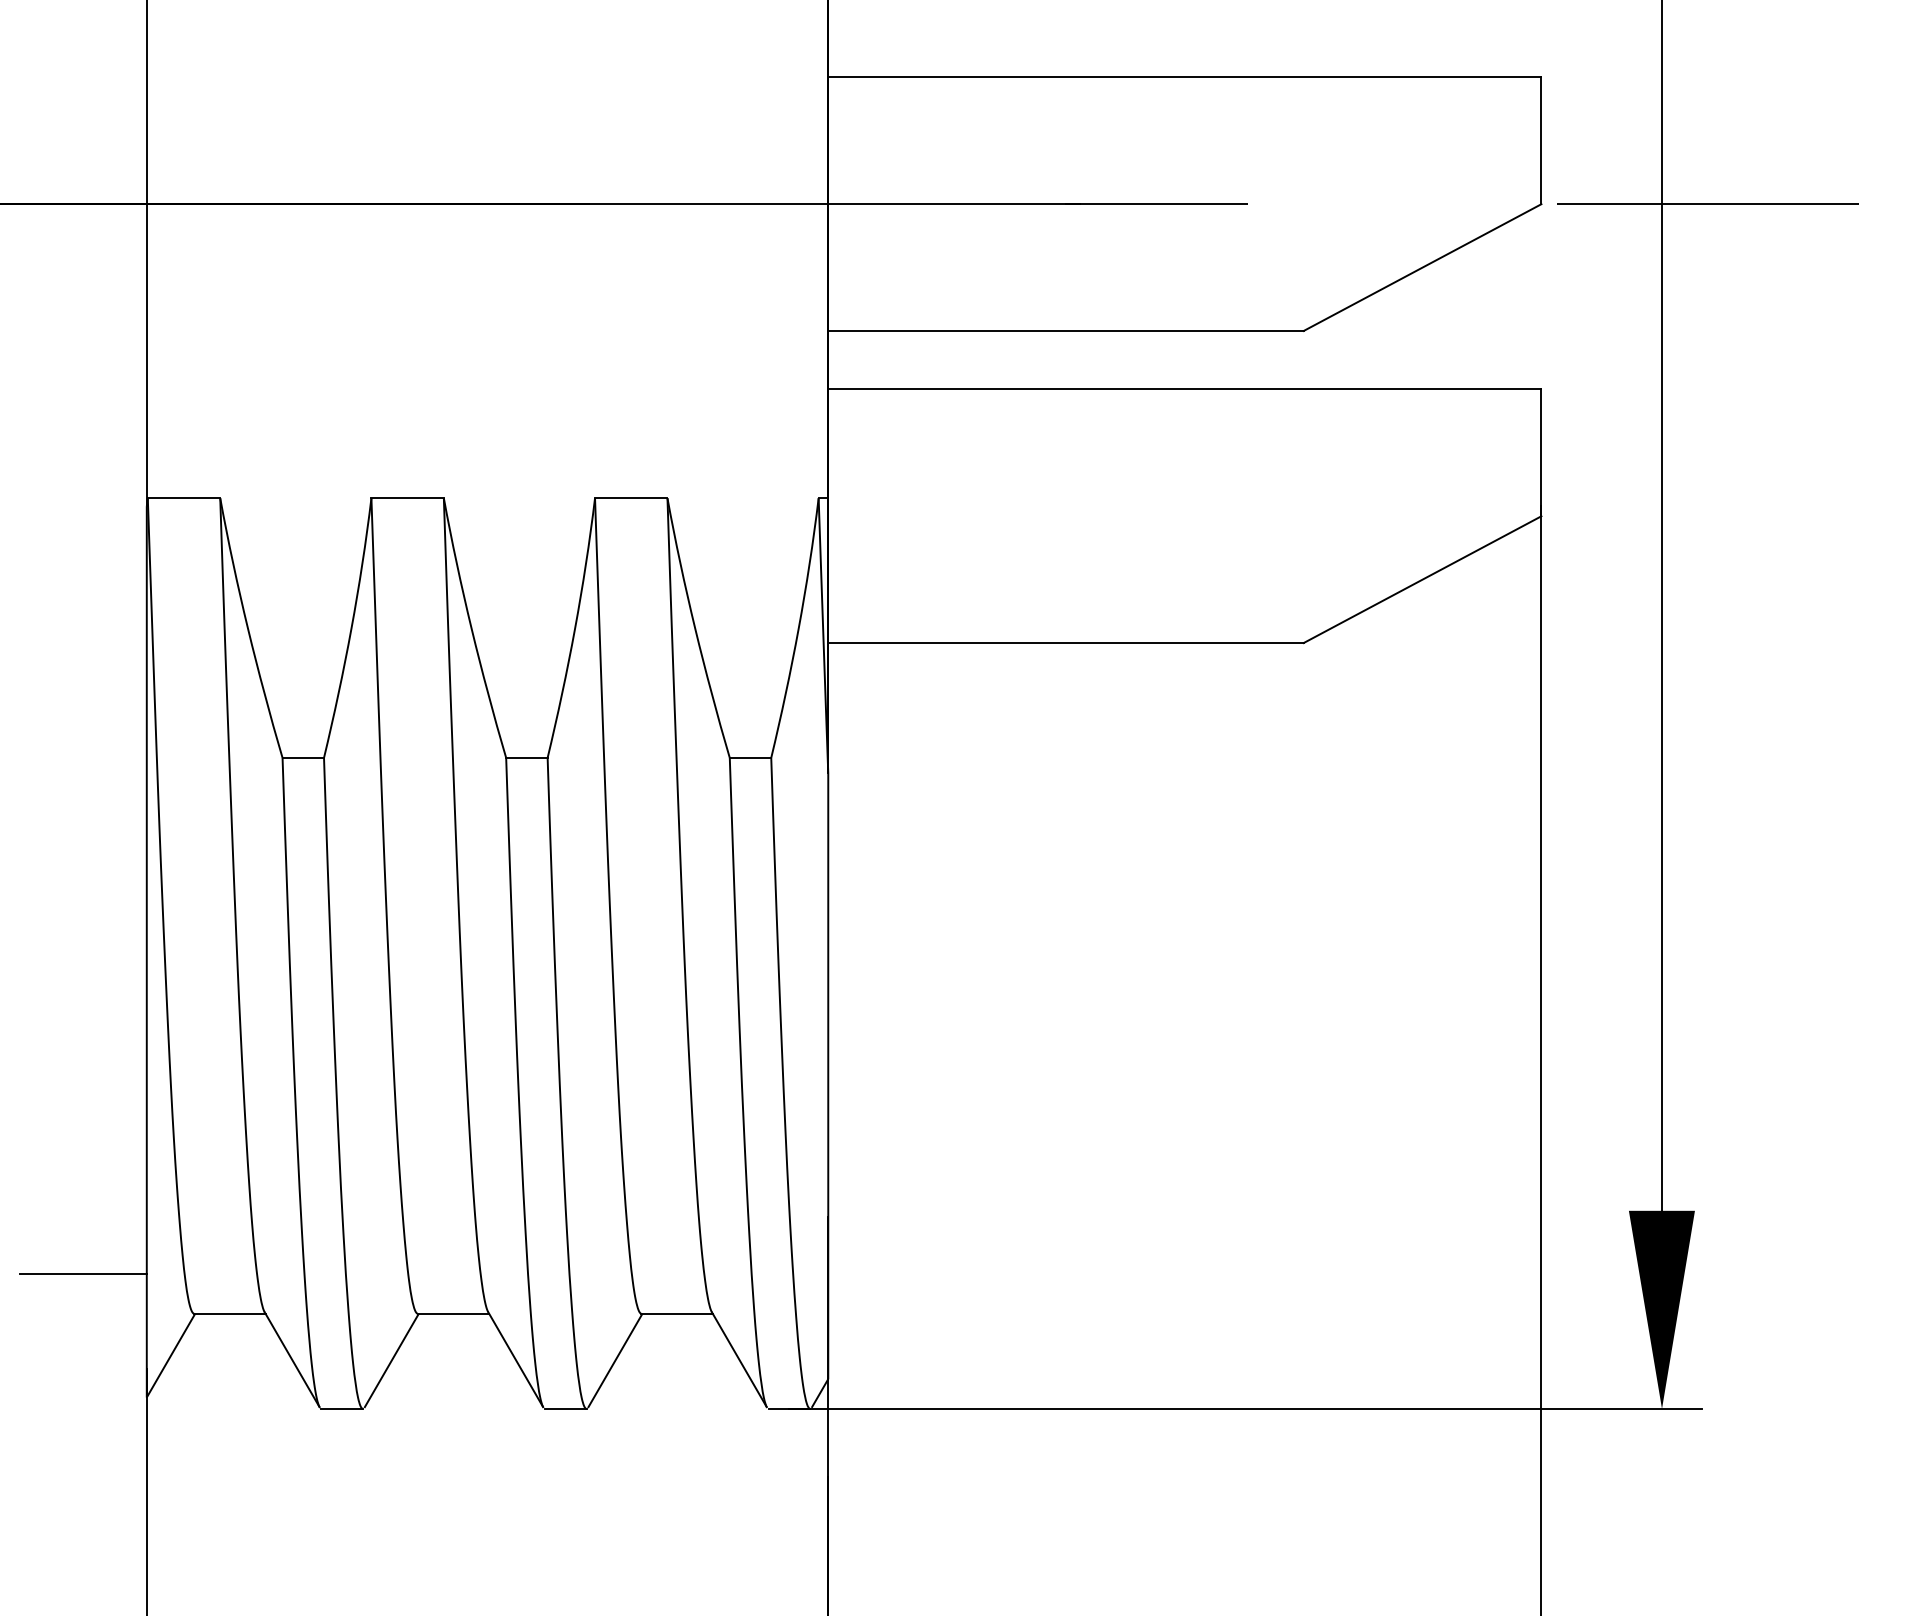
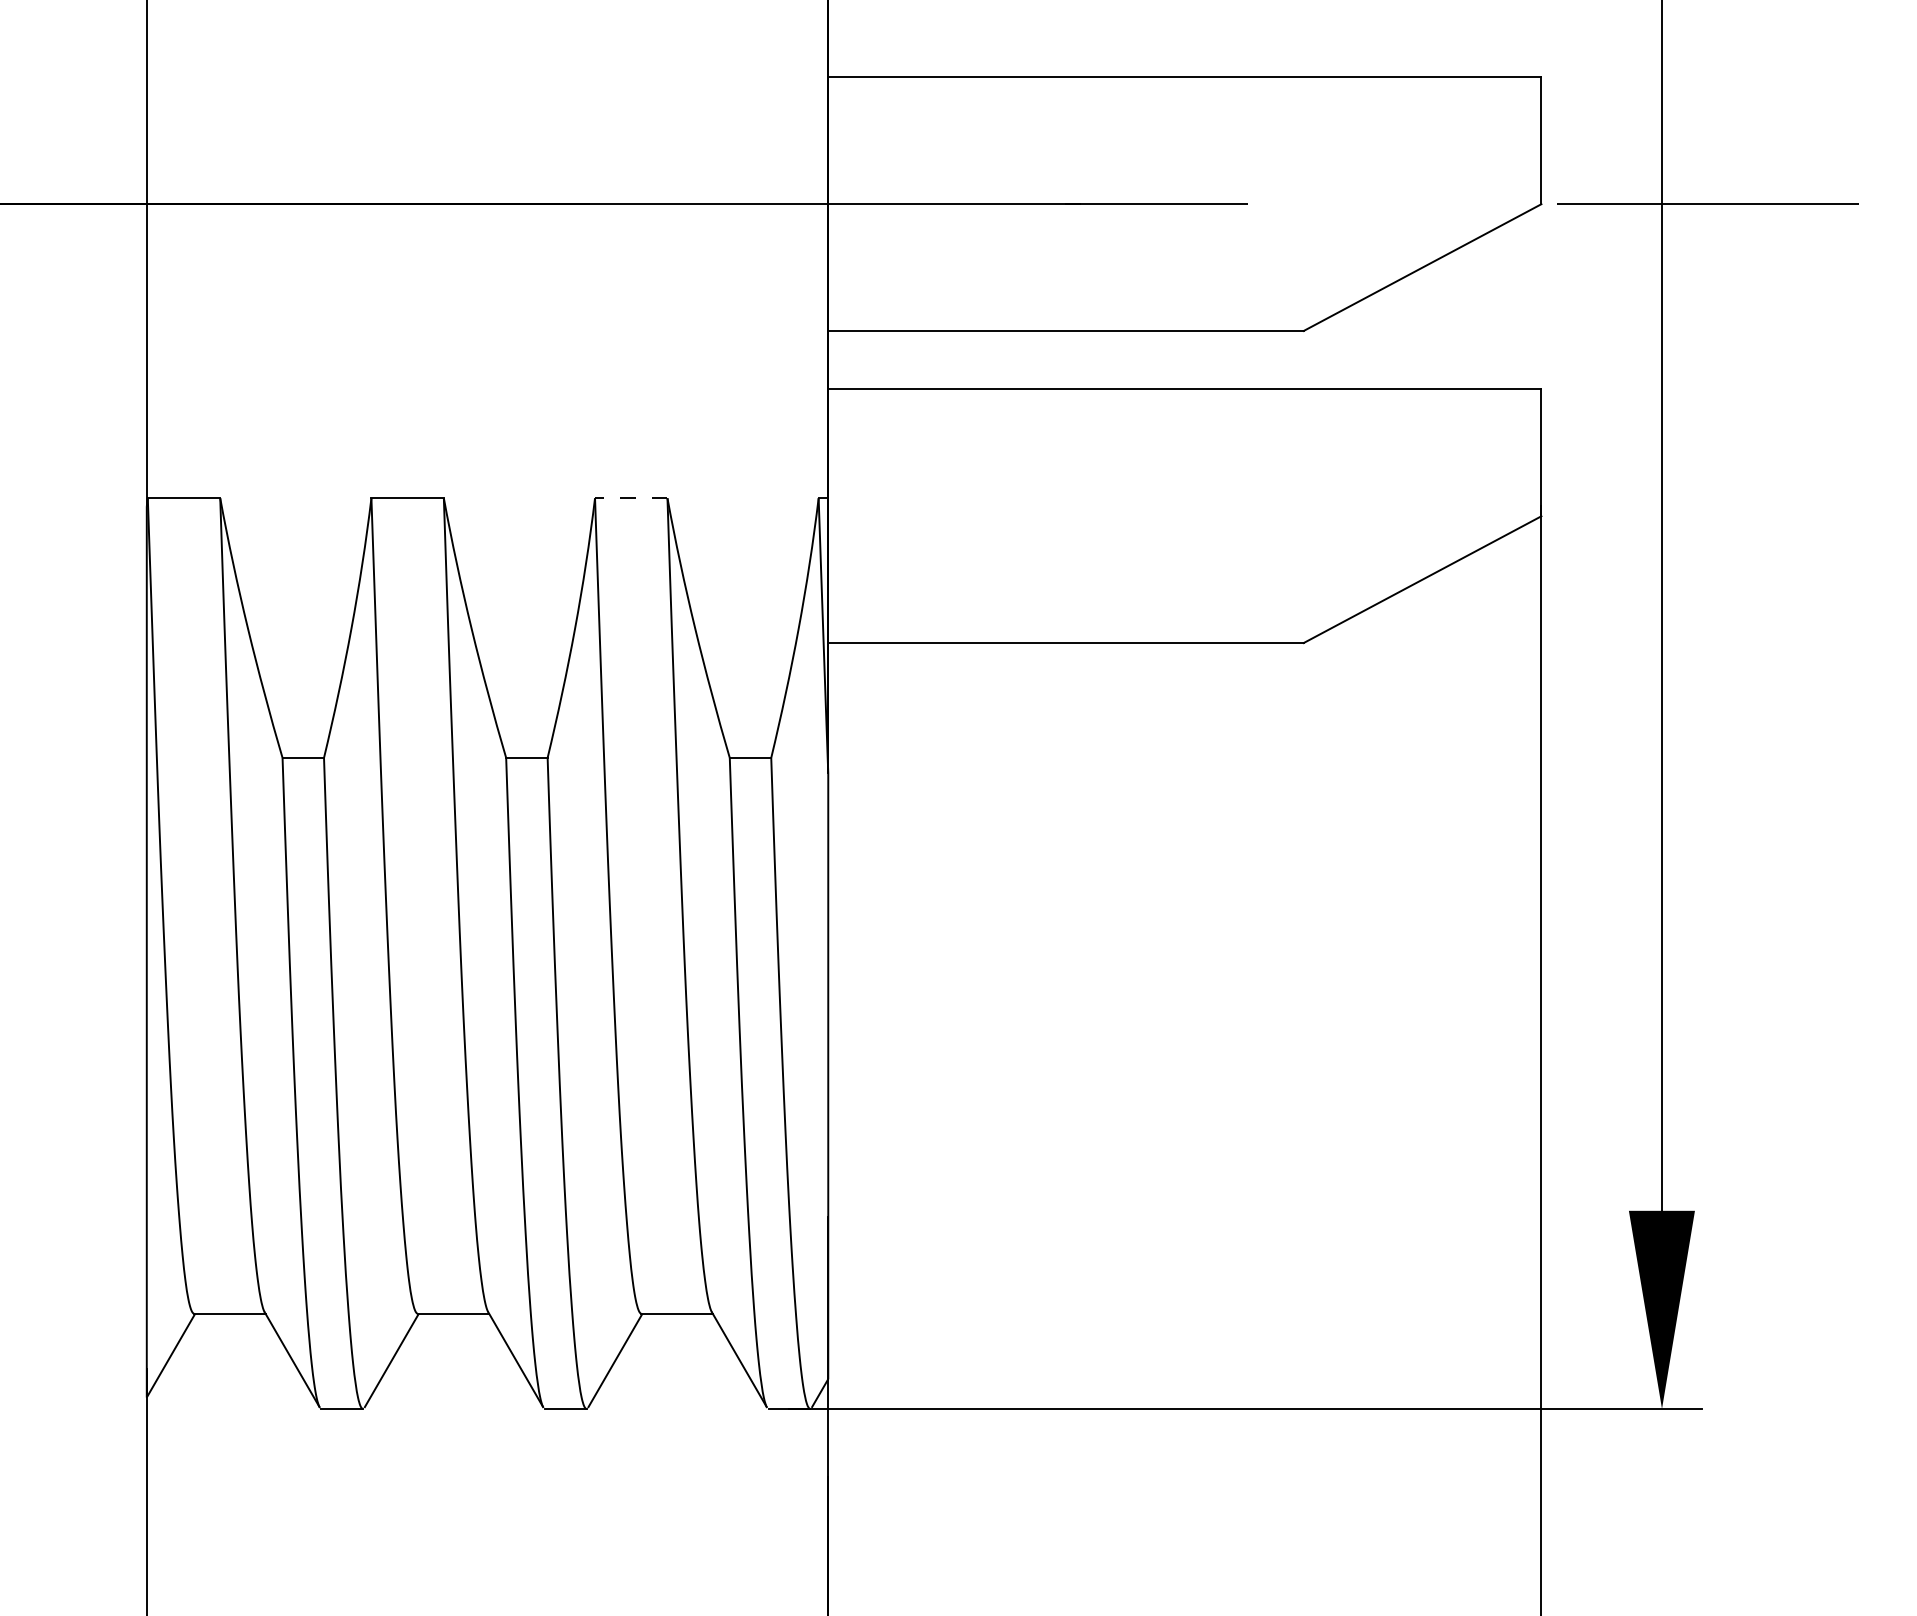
line at (630, 498): solid -> dashed
line at (83, 1274): present -> none
